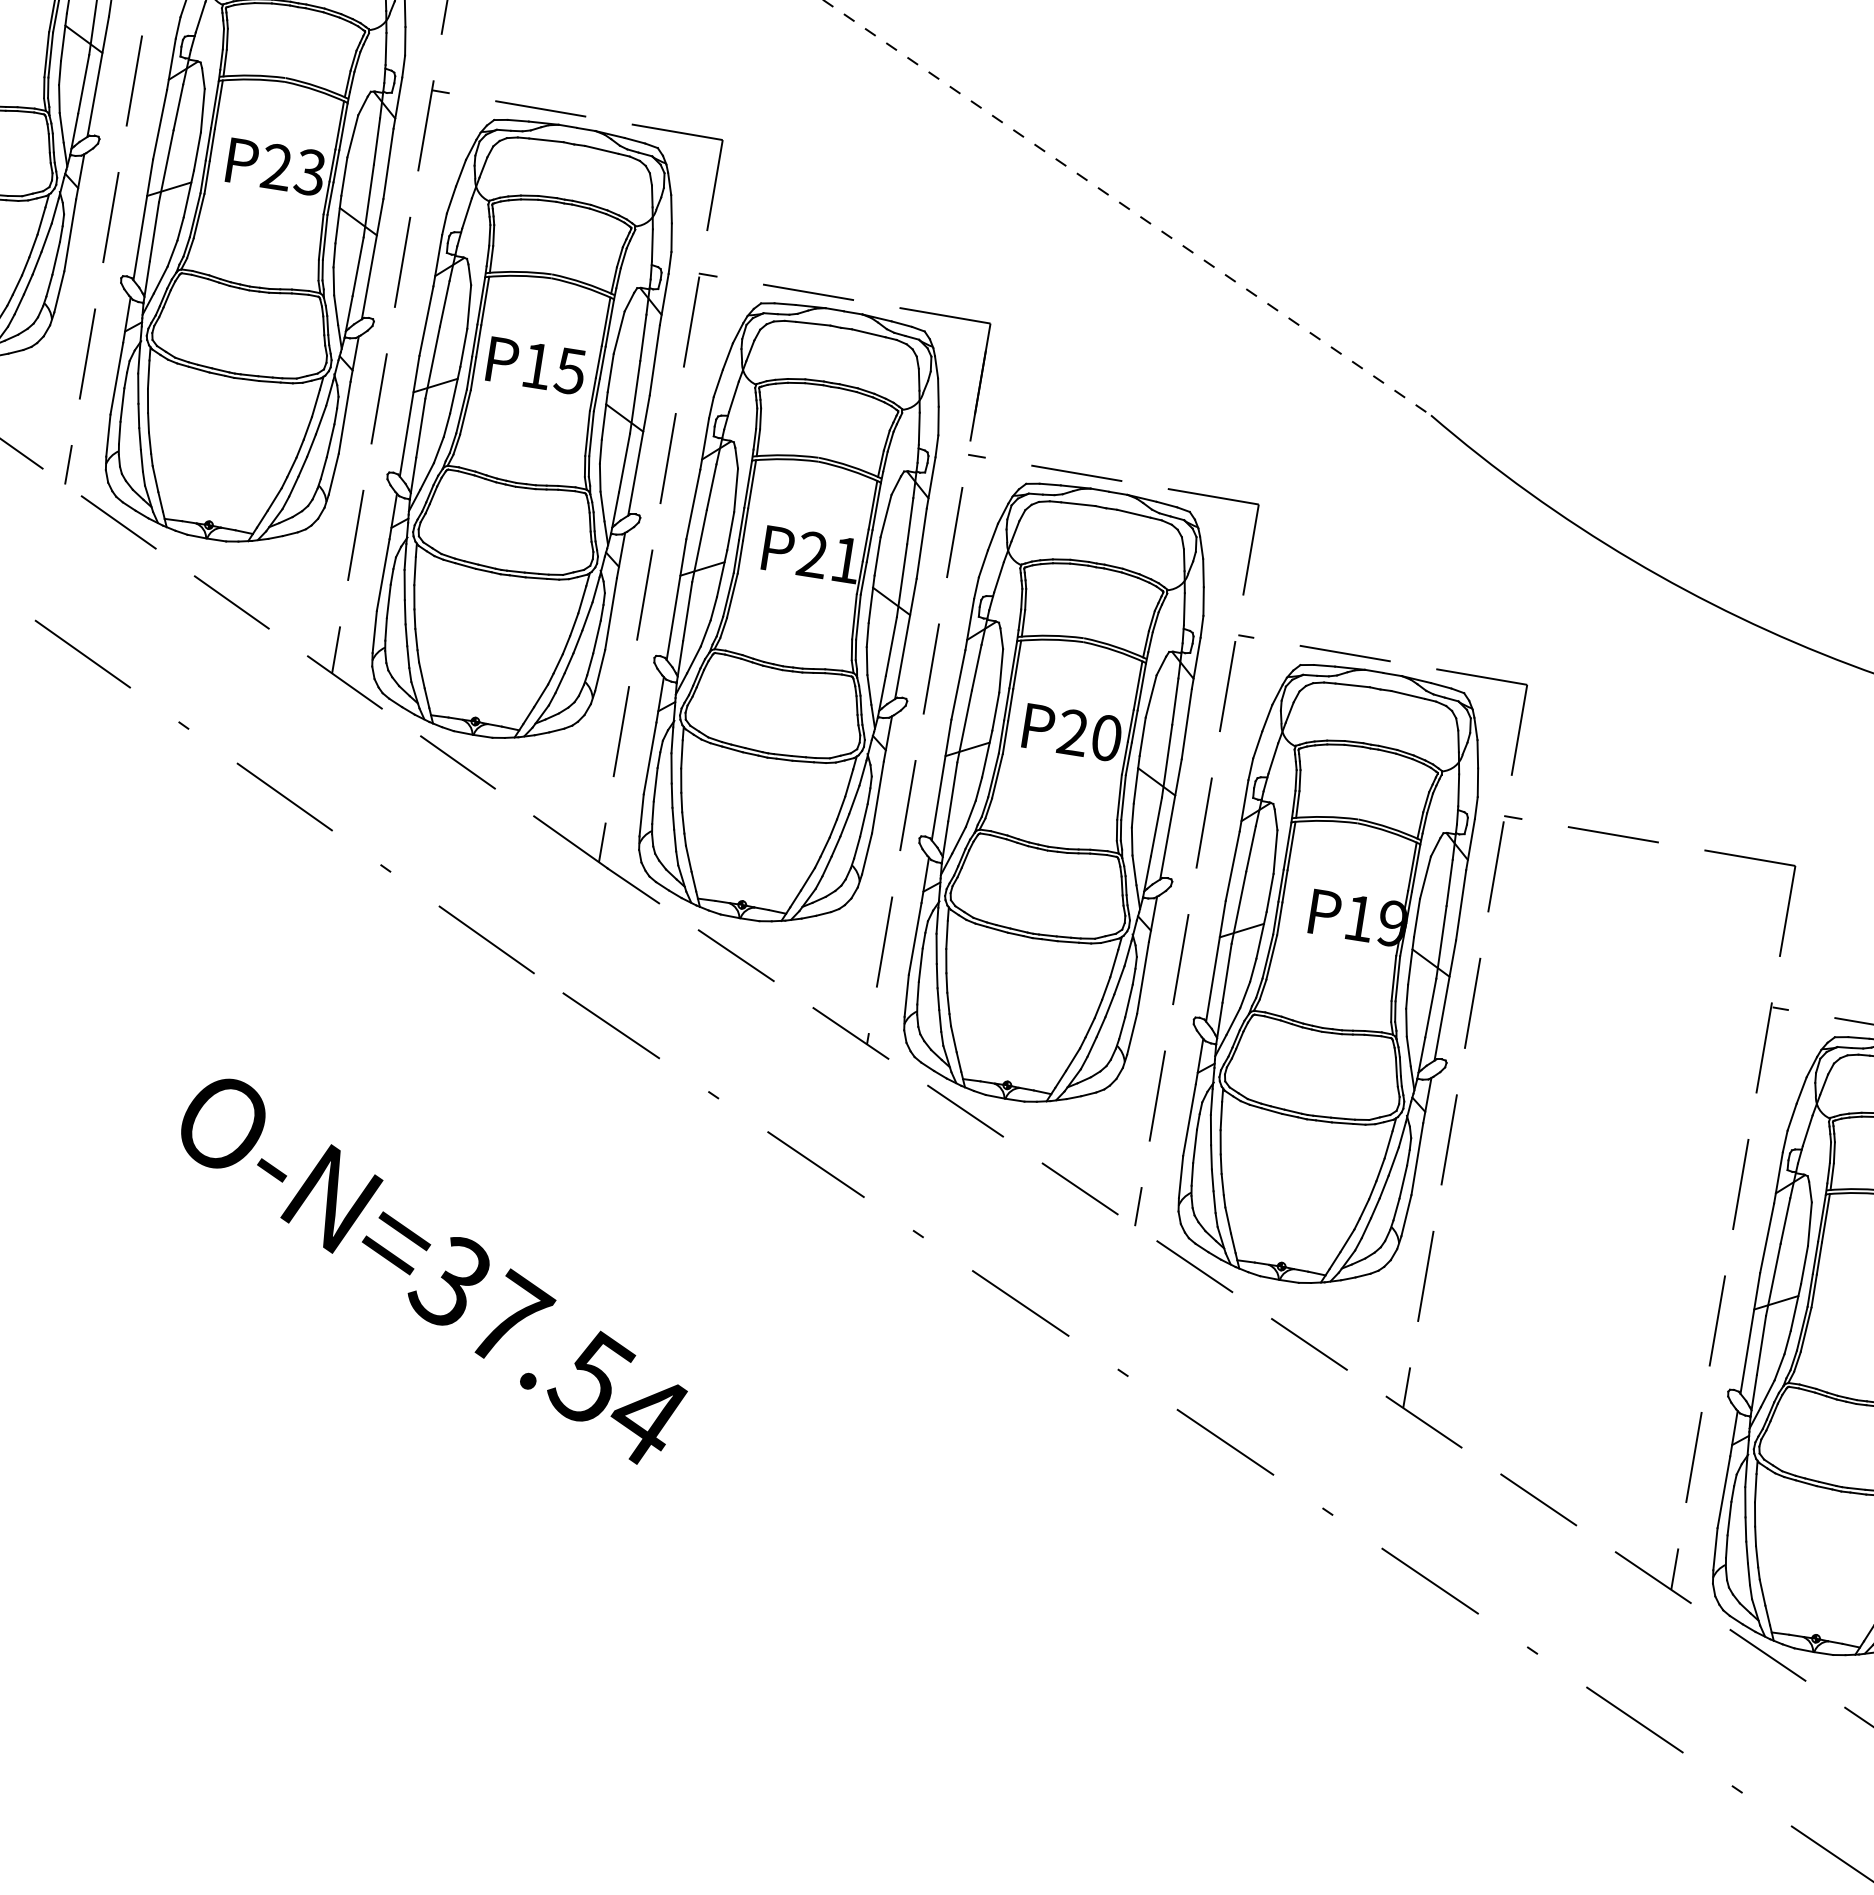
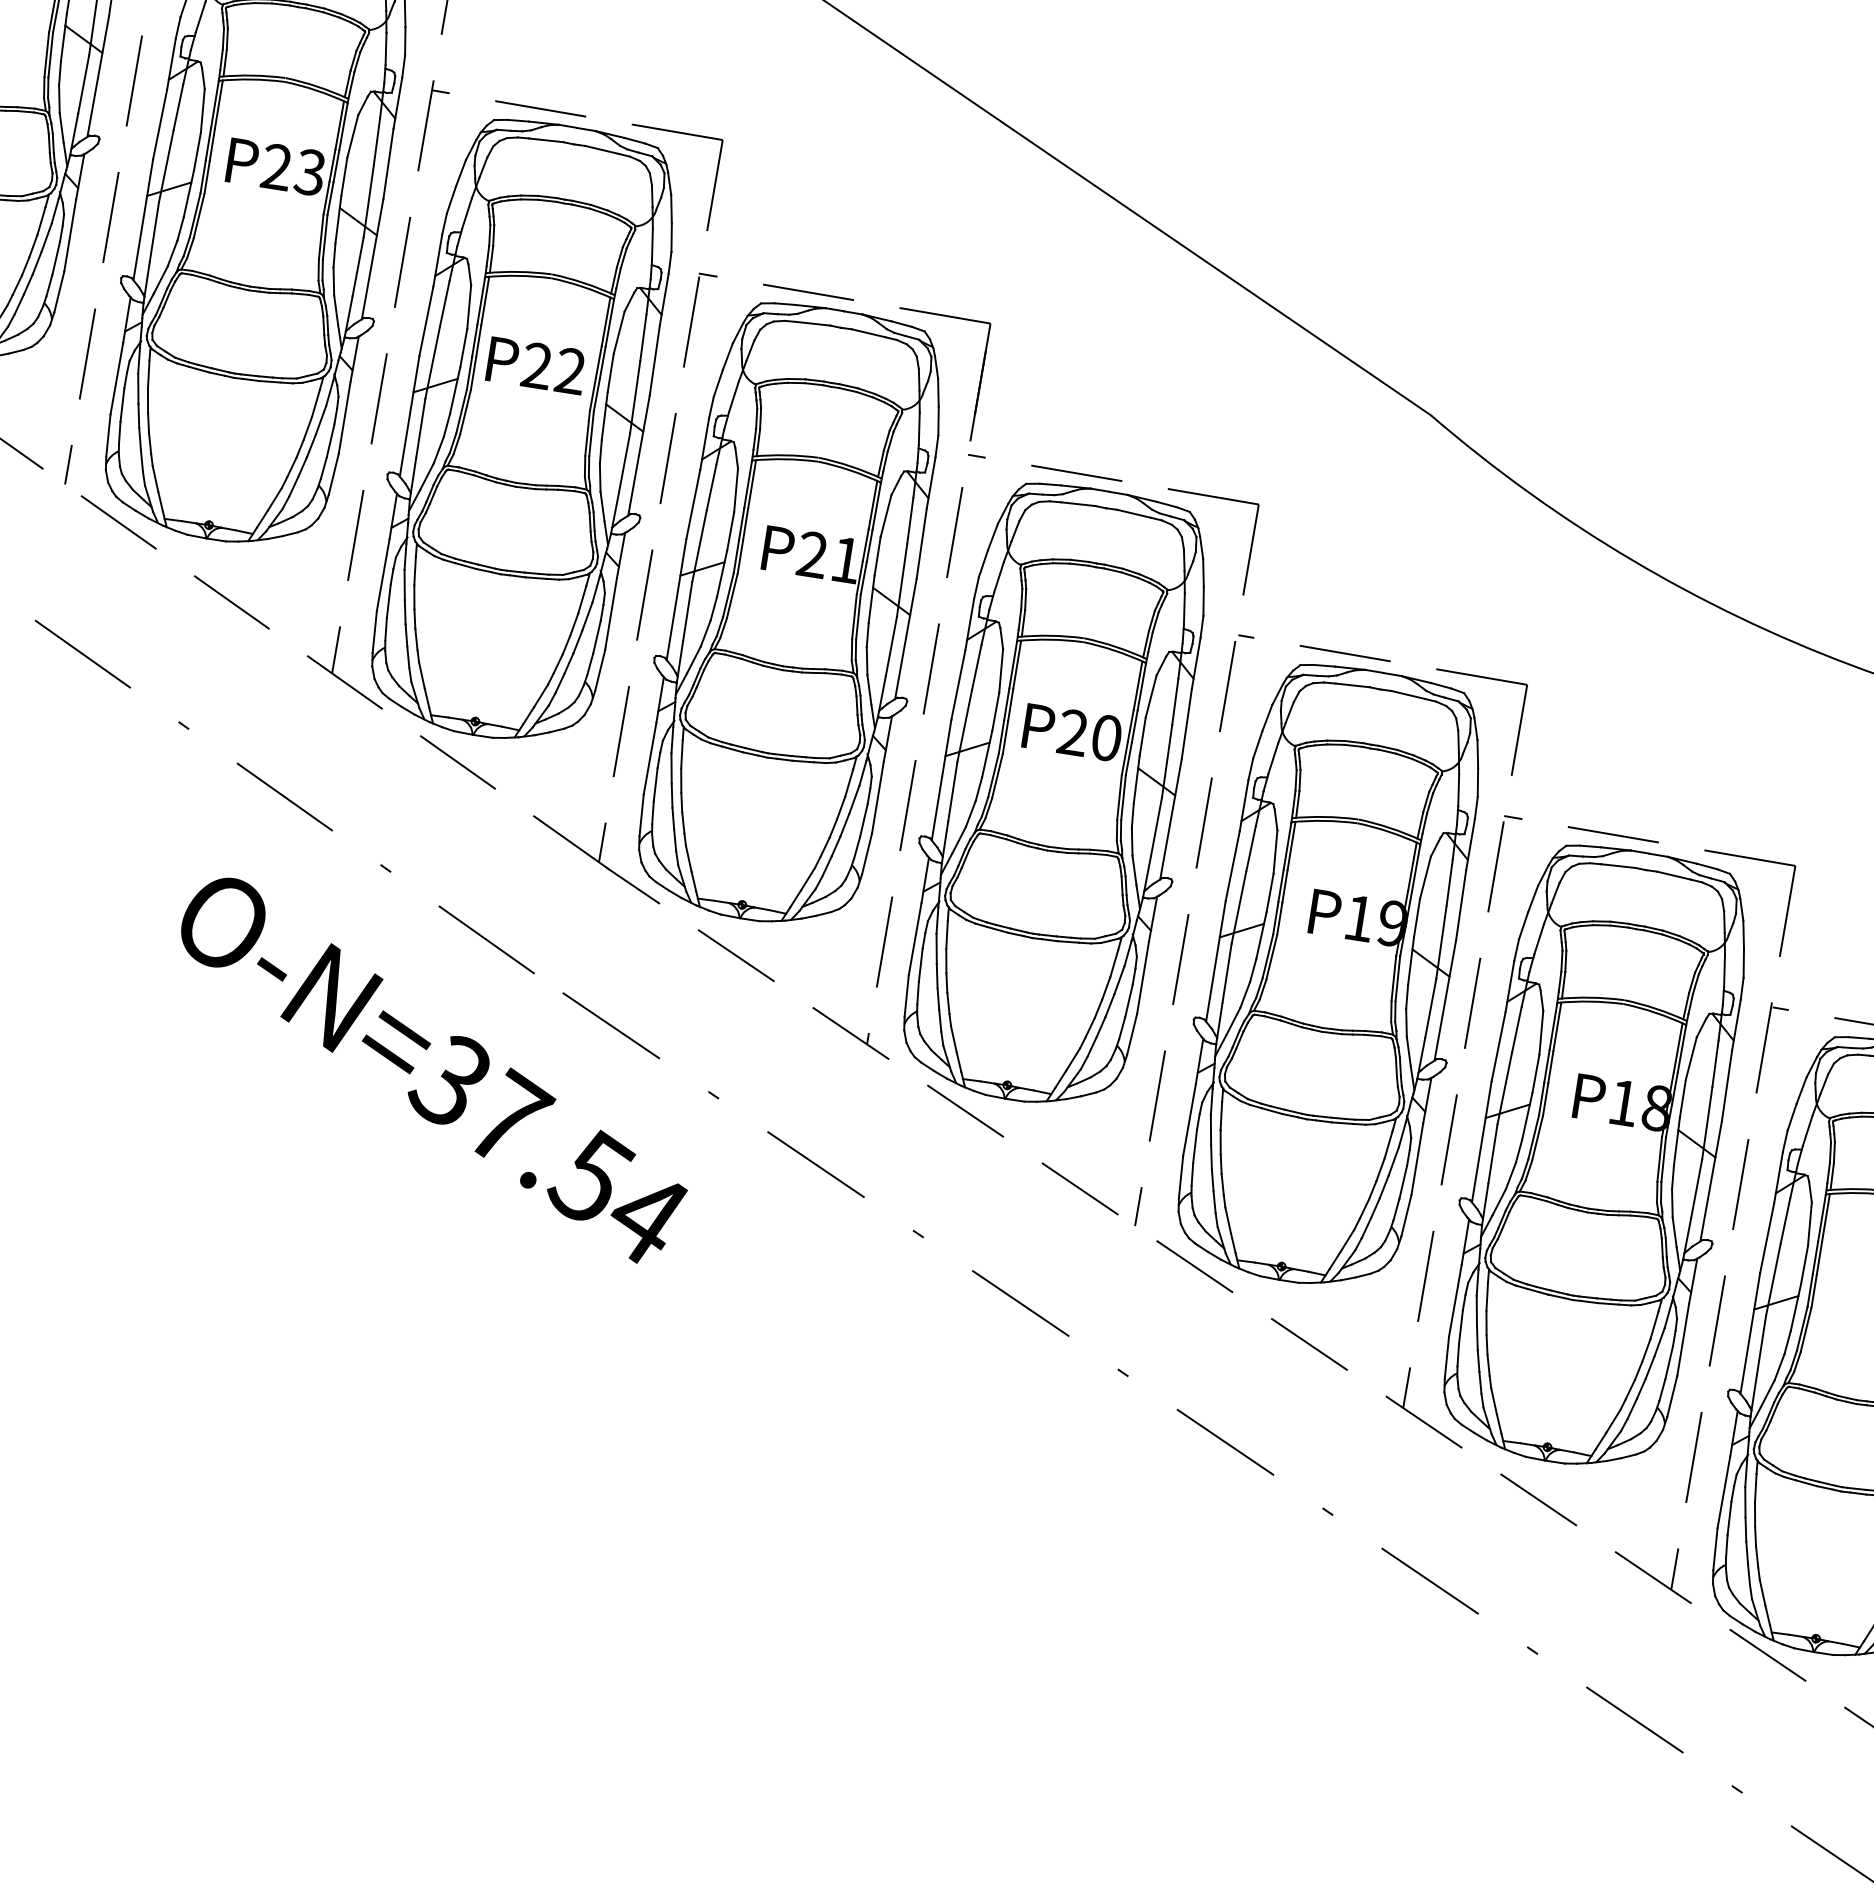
line at (1127, 207): dashed -> solid
text at (552, 368): P15 -> P22
part at (1593, 1154): none -> present
text at (434, 1271) position: (434, 1271) -> (434, 1070)
